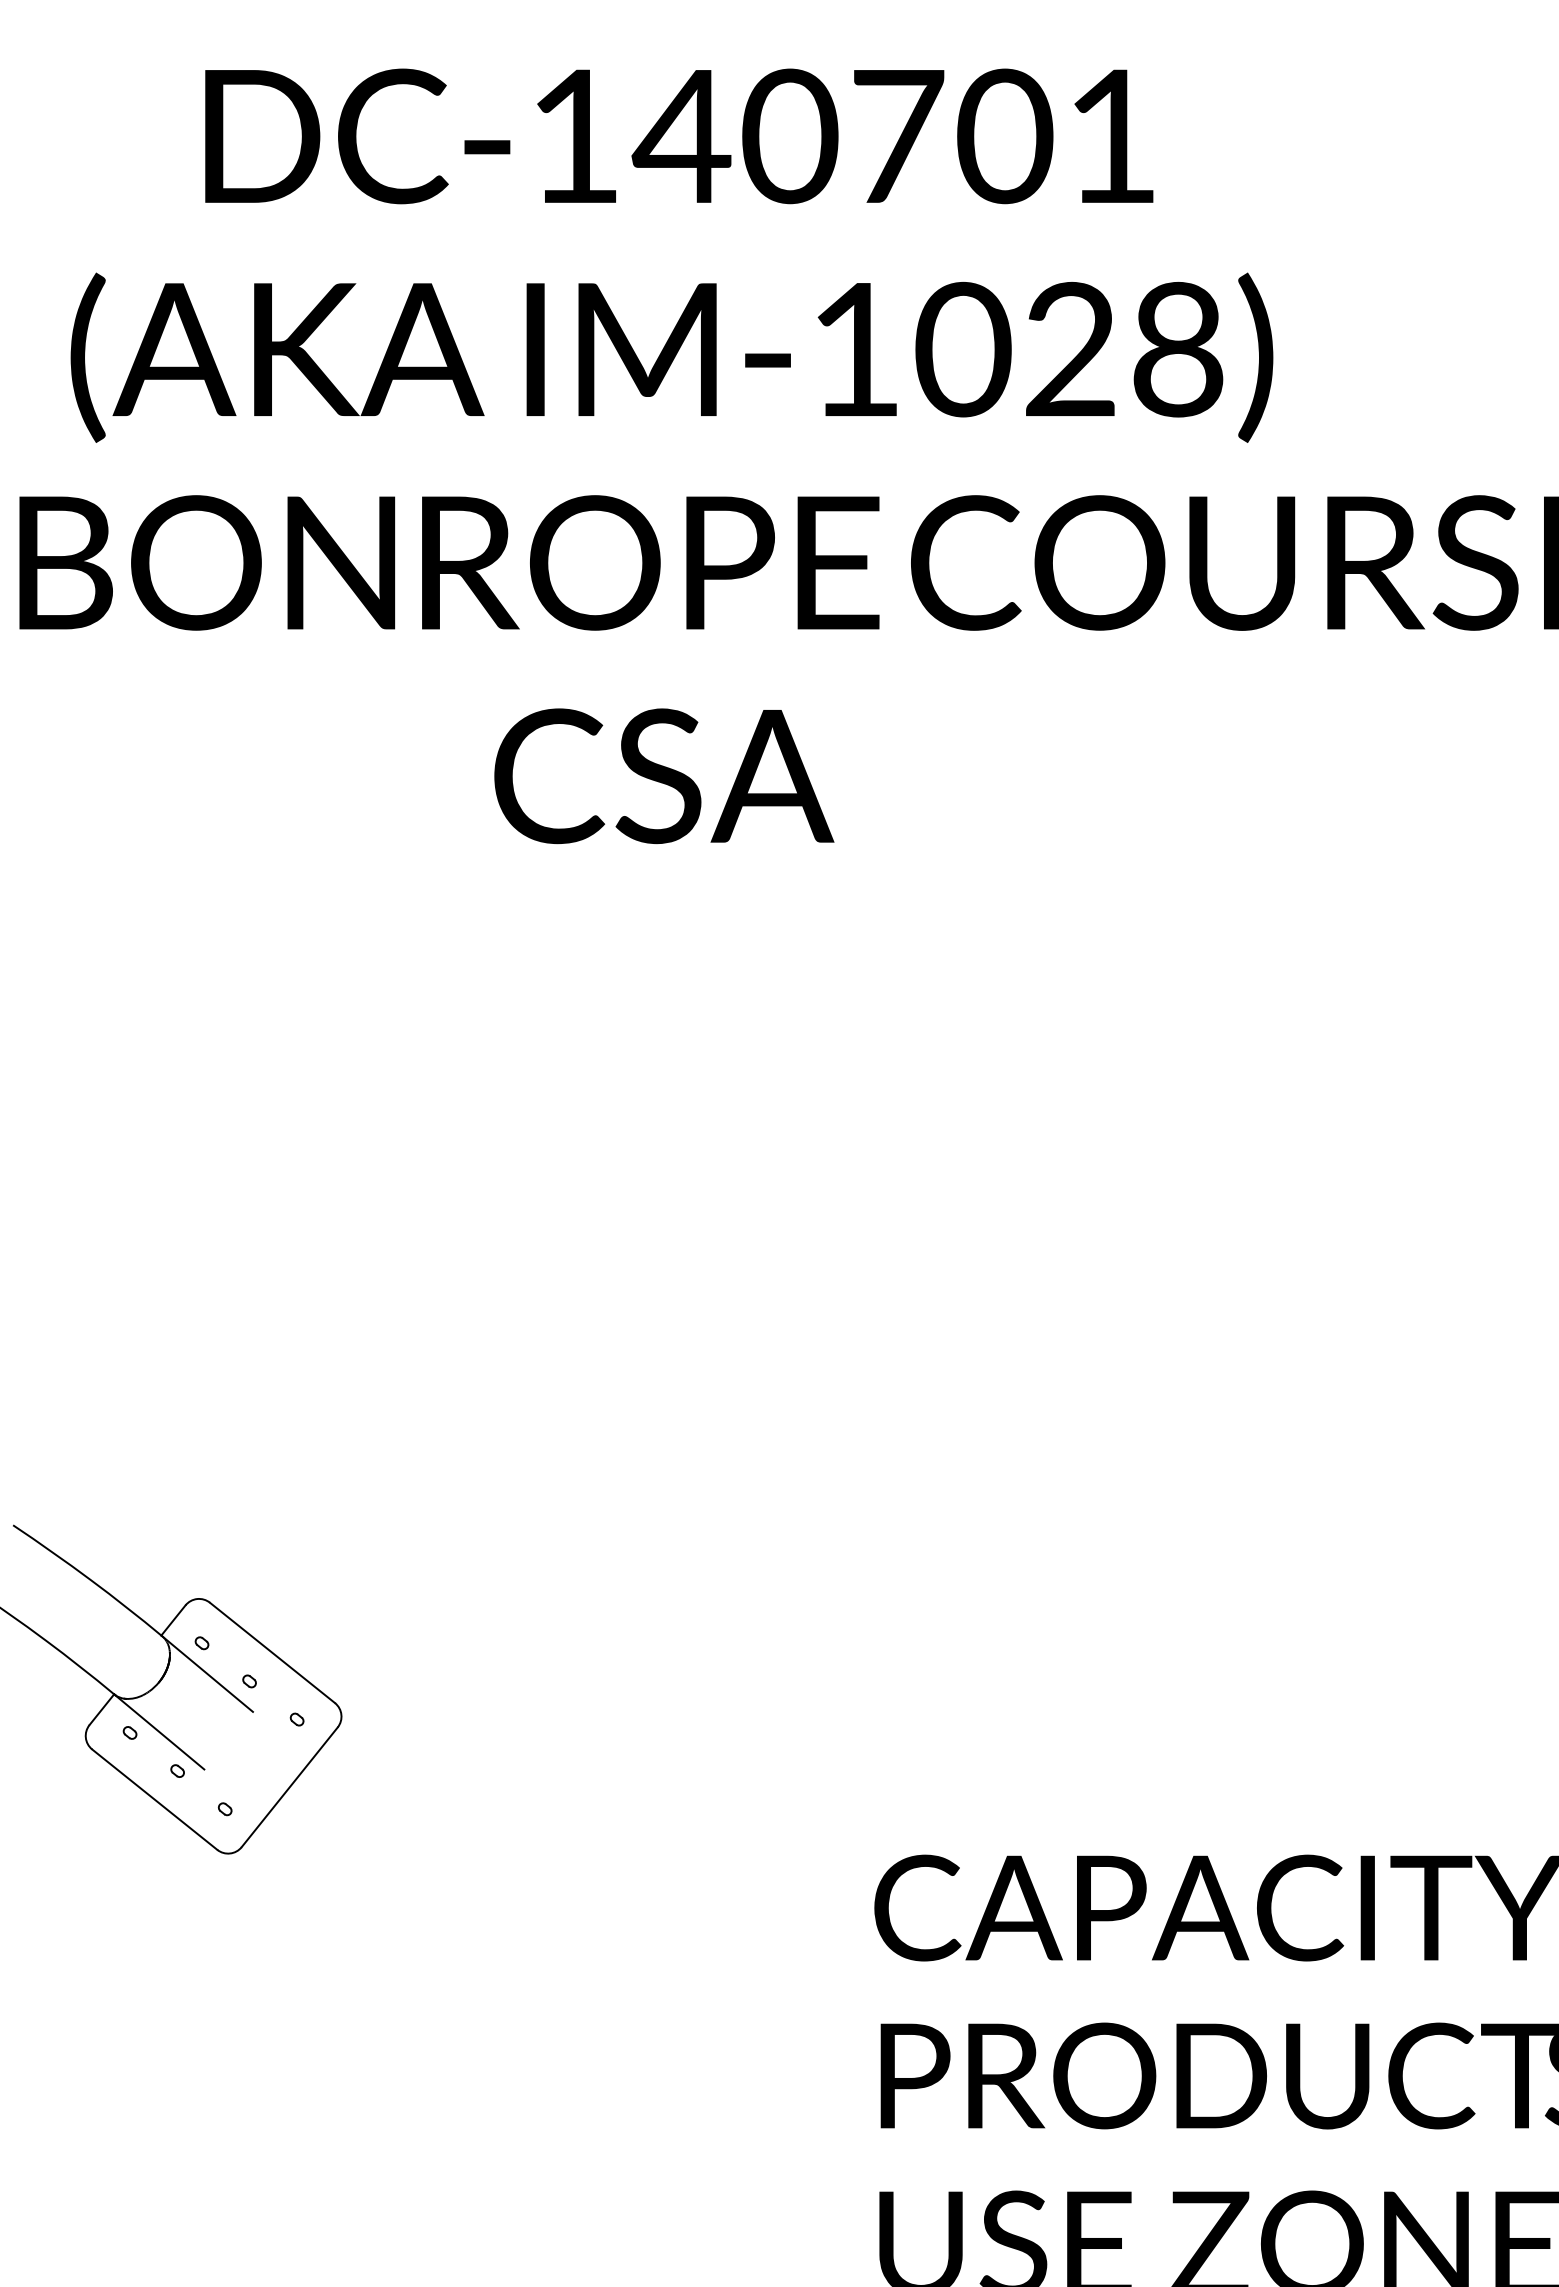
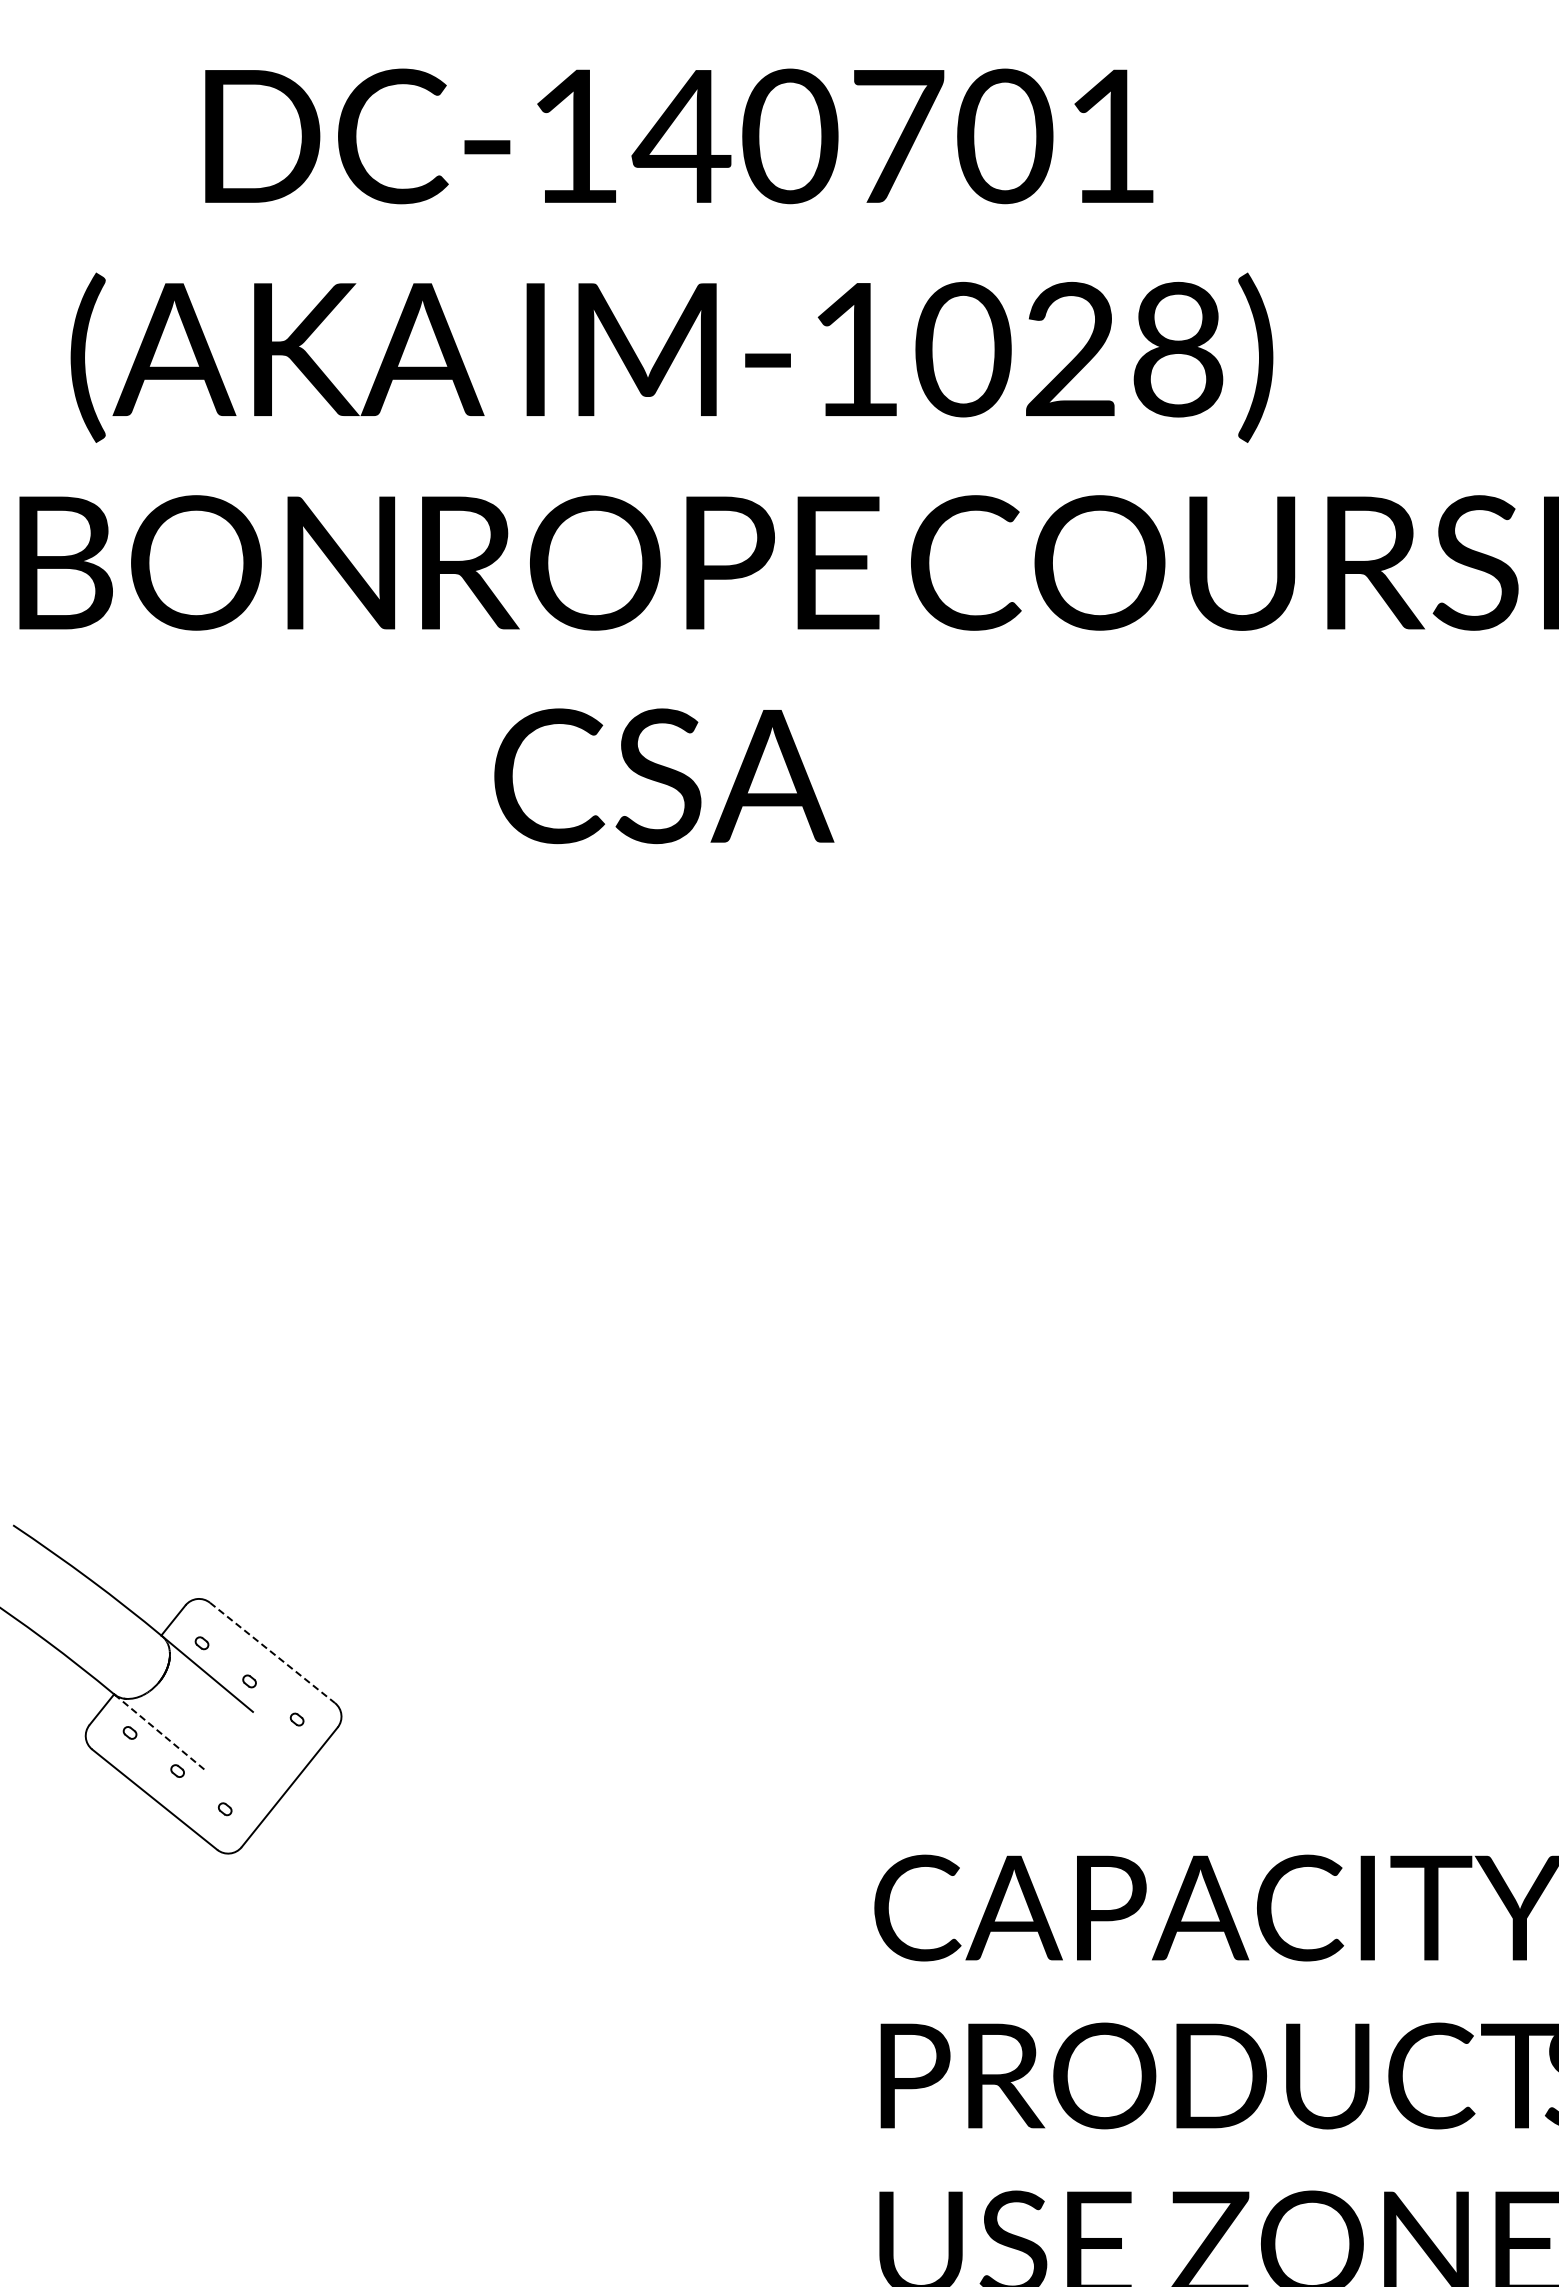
line at (272, 1653): solid -> dashed
line at (159, 1731): solid -> dashed
